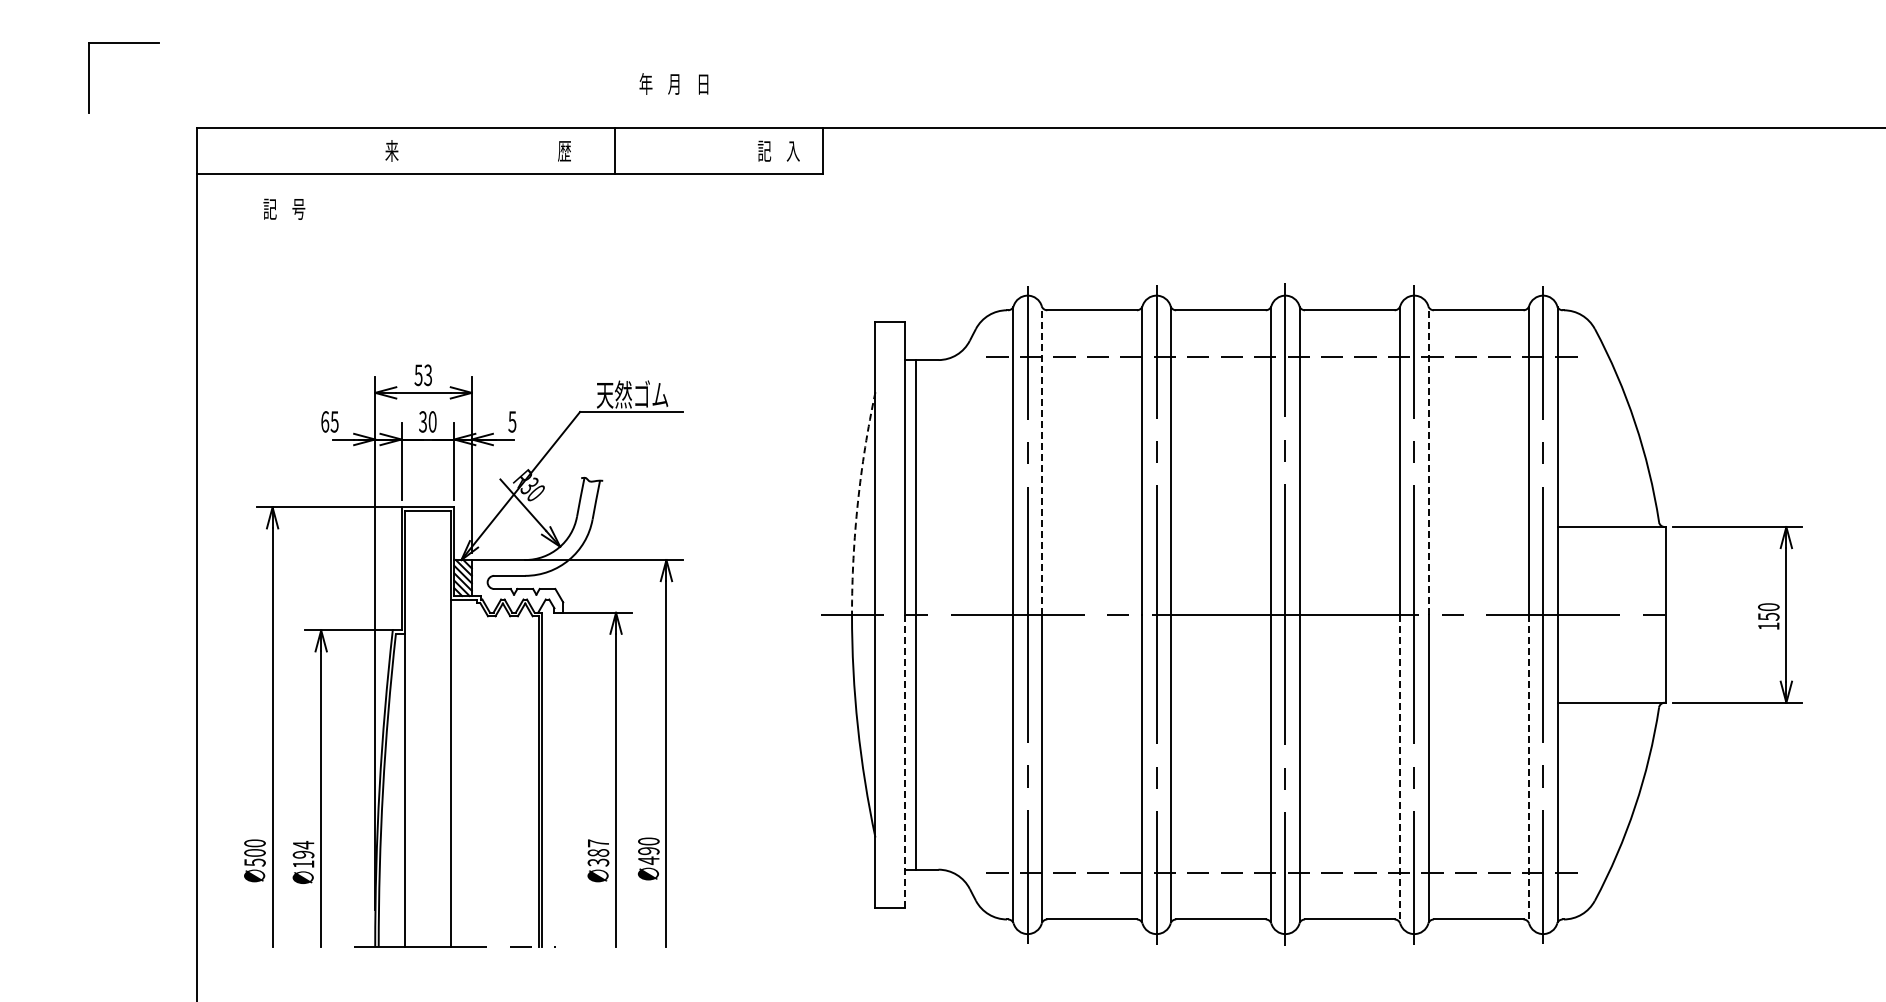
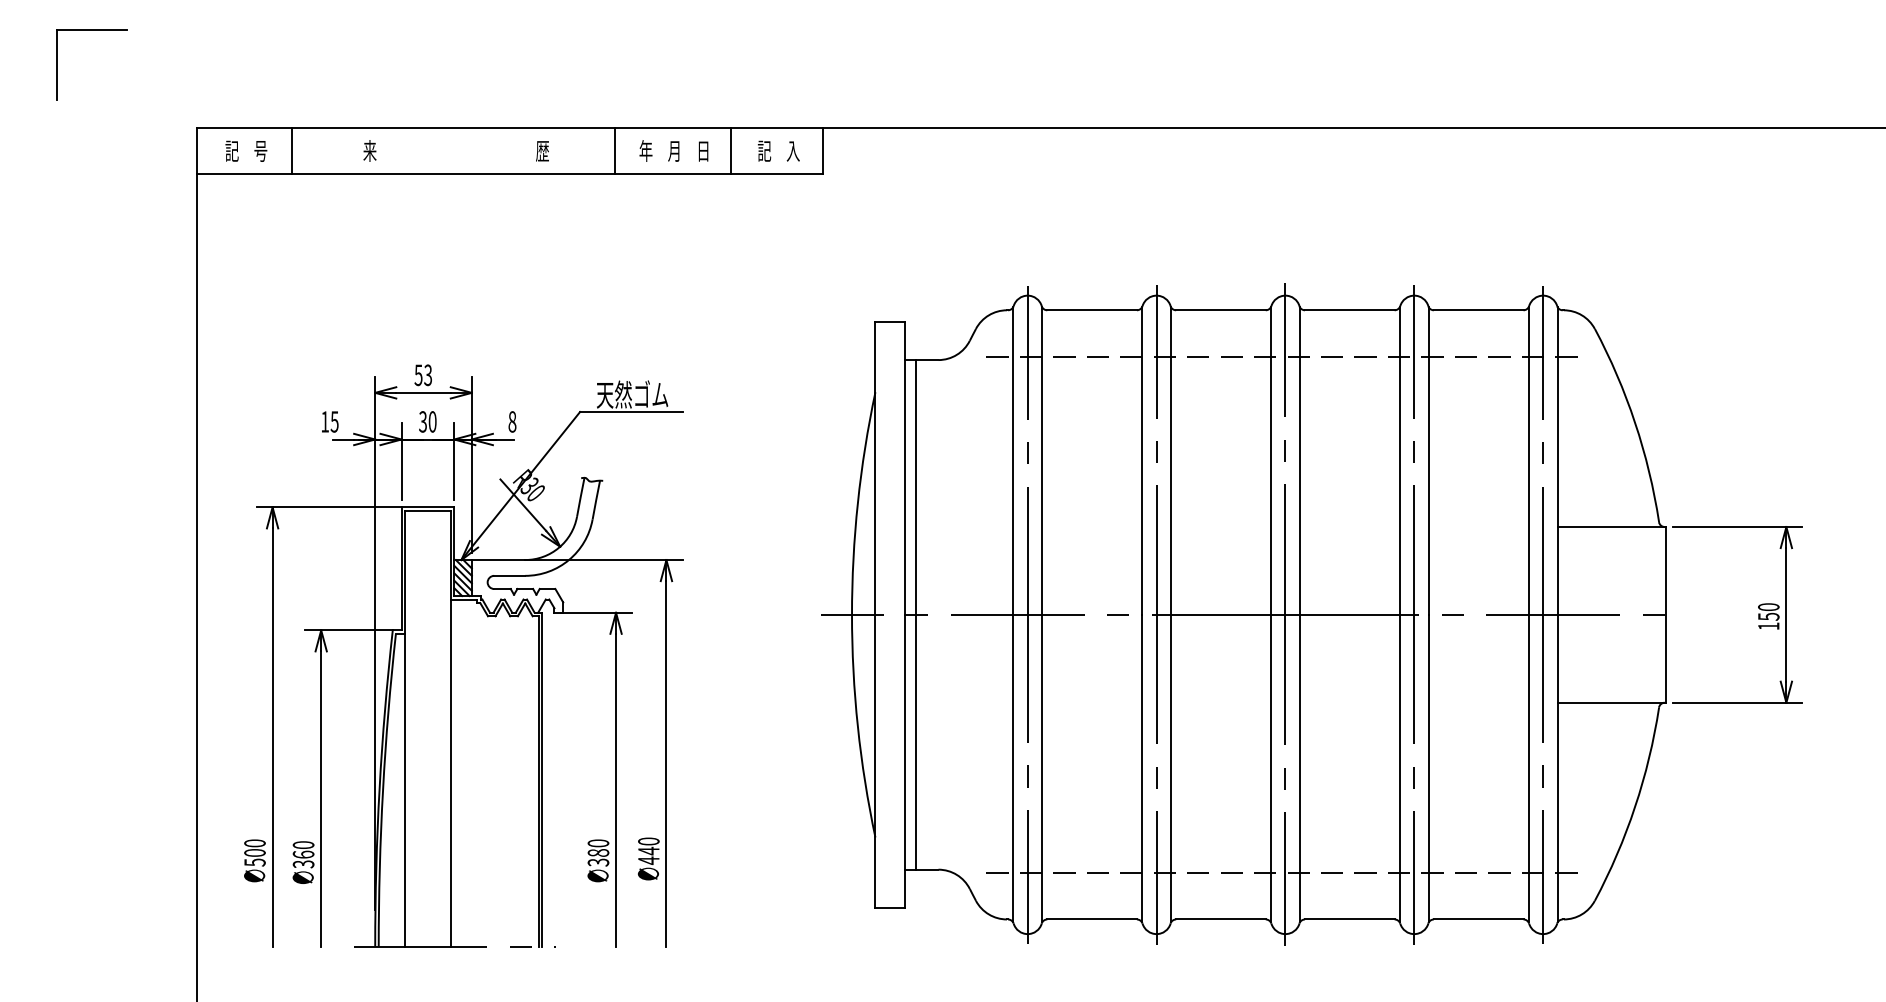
part at (123, 43) position: (123, 43) -> (91, 30)
text at (673, 83) position: (673, 83) -> (673, 150)
text at (477, 150) position: (477, 150) -> (455, 150)
line at (292, 151): none -> present
line at (731, 151): none -> present
text at (284, 208) position: (284, 208) -> (246, 150)
text at (325, 421): 65 -> 15
text at (512, 421): 5 -> 8
line at (1042, 461): dashed -> solid
line at (1428, 461): dashed -> solid
arc at (857, 502): dashed -> solid
line at (904, 760): dashed -> solid
line at (1399, 768): dashed -> solid
line at (1528, 768): dashed -> solid
text at (598, 843): 387 -> 380
text at (648, 850): 490 -> 440
text at (303, 854): 194 -> 360
